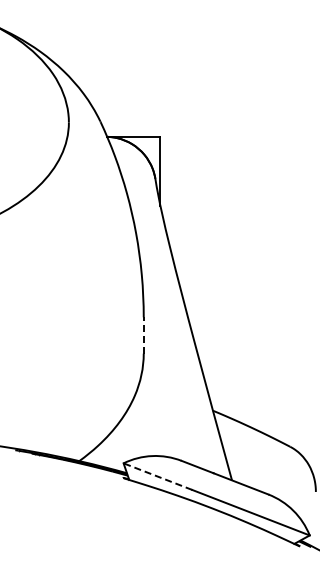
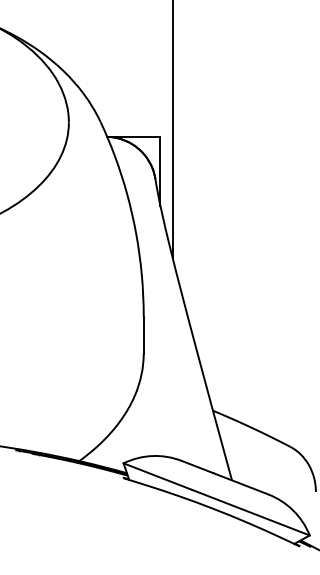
line at (172, 130): none -> present
line at (143, 335): dashed -> solid
line at (157, 476): dashed -> solid
